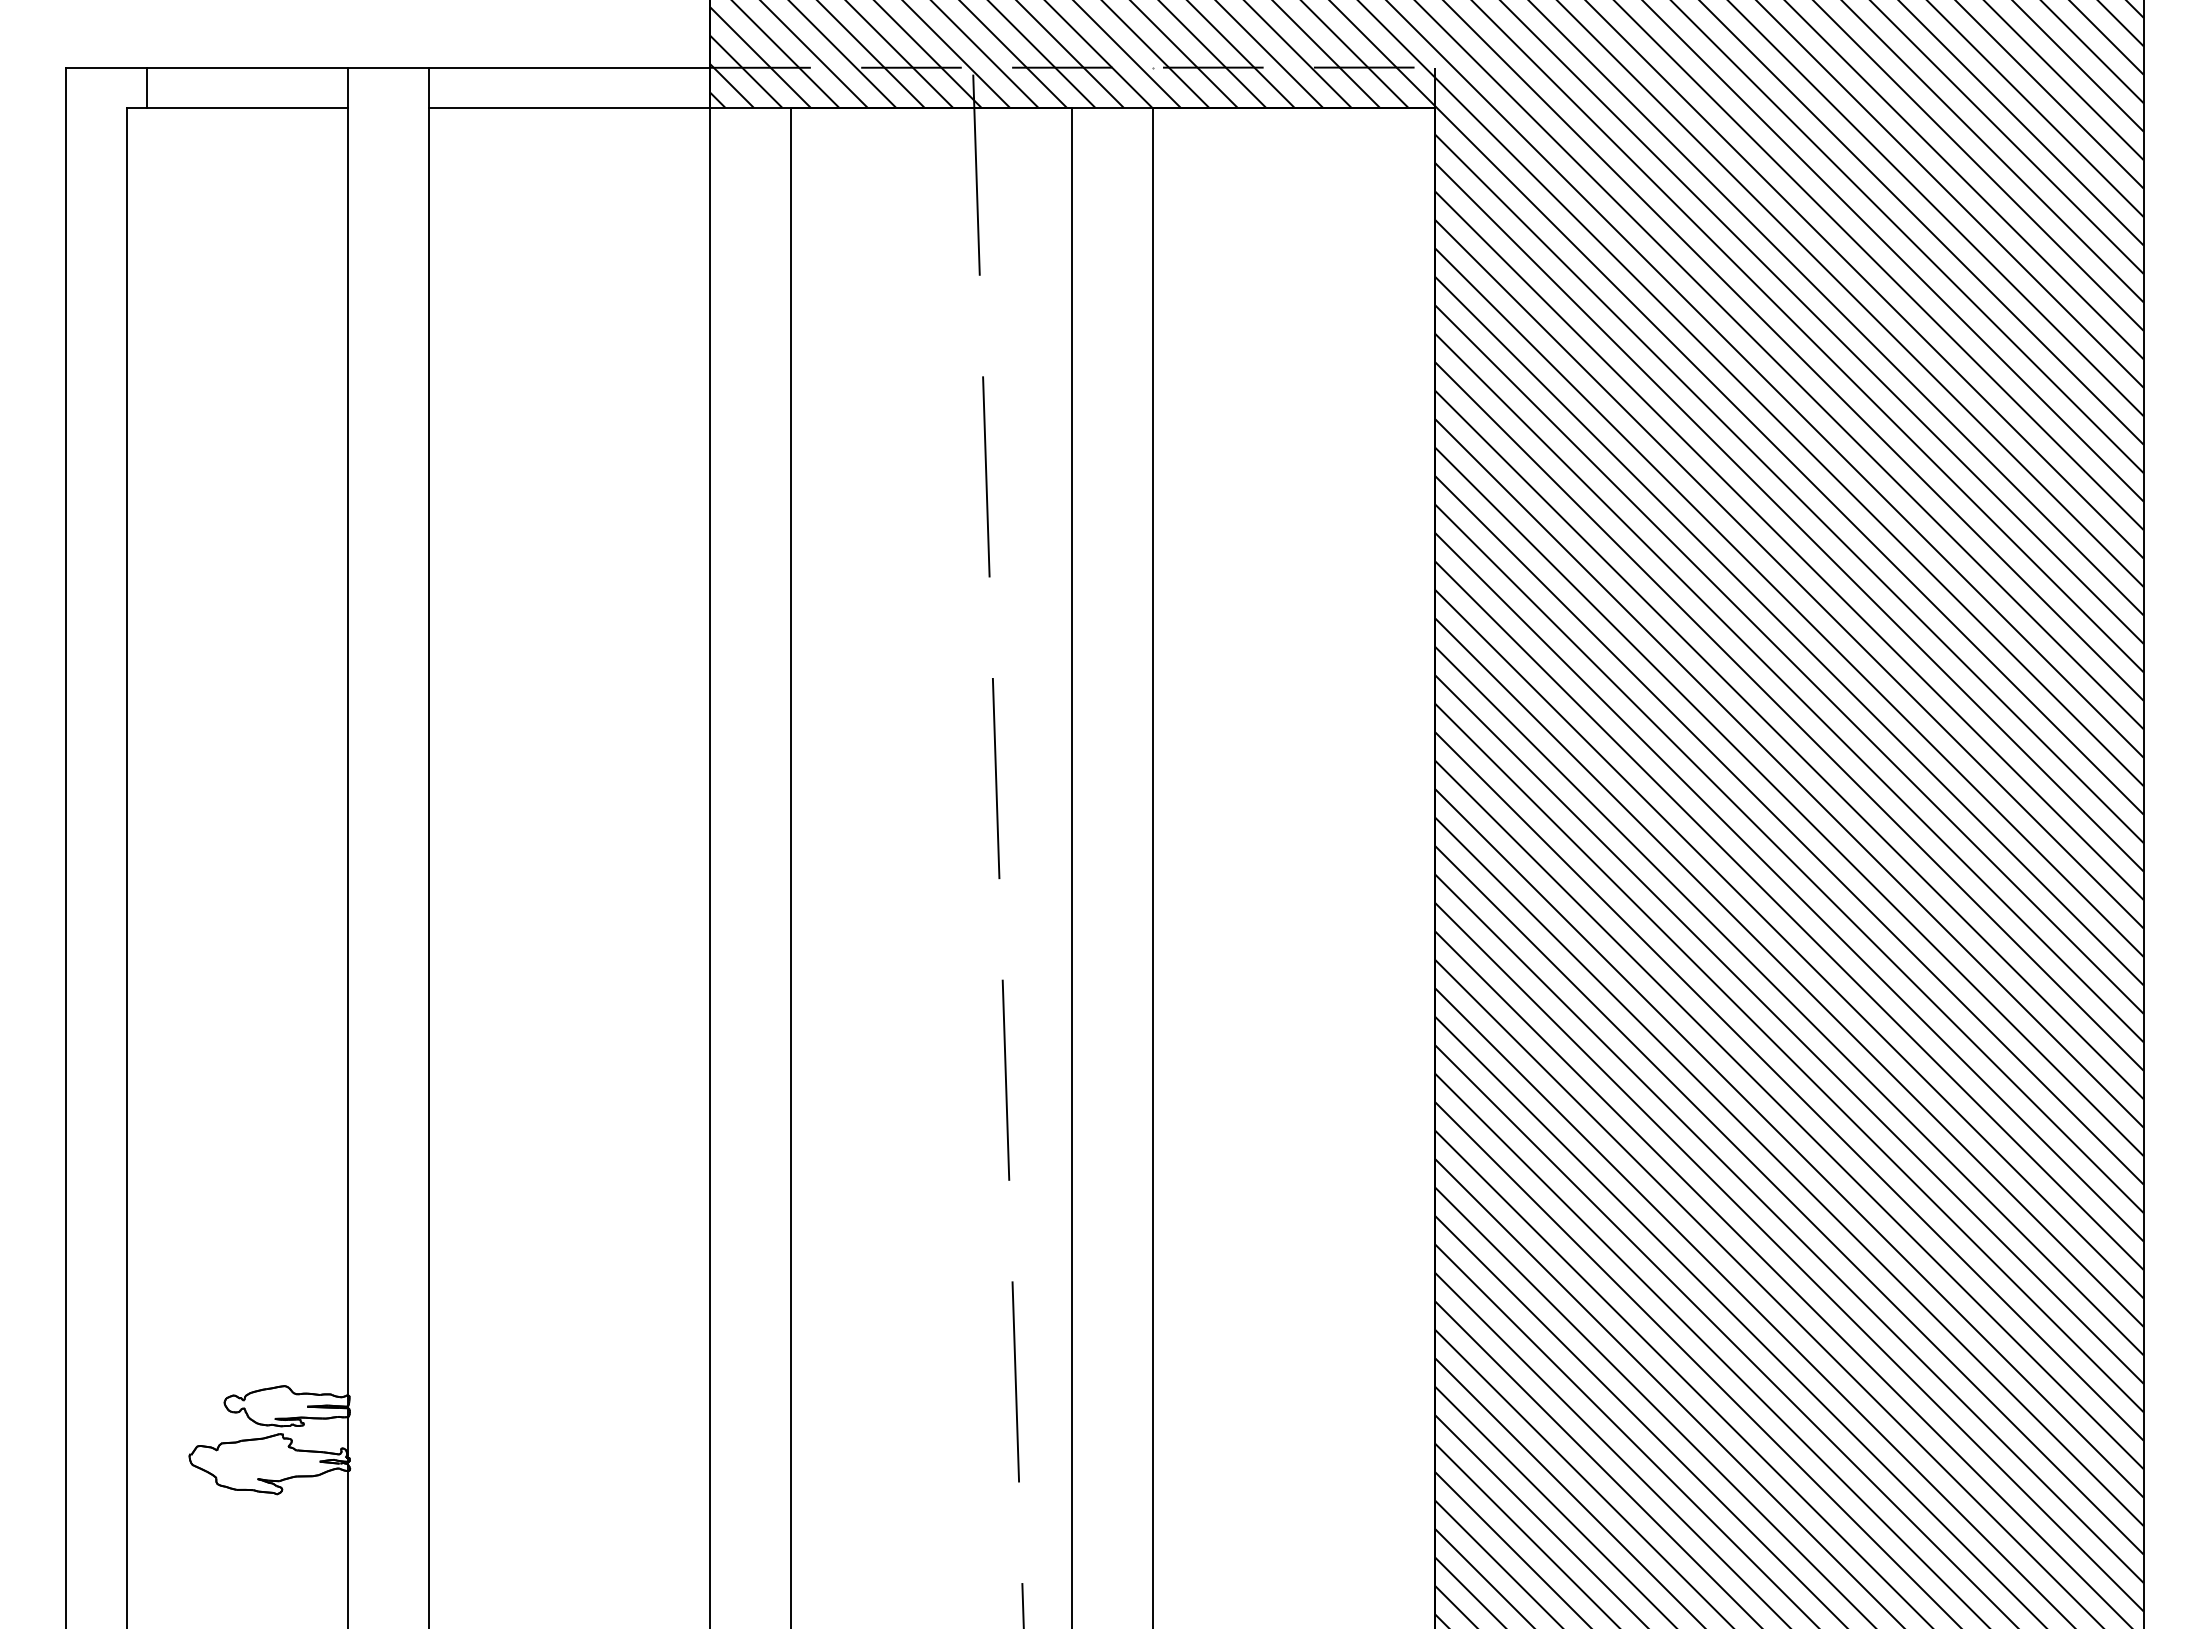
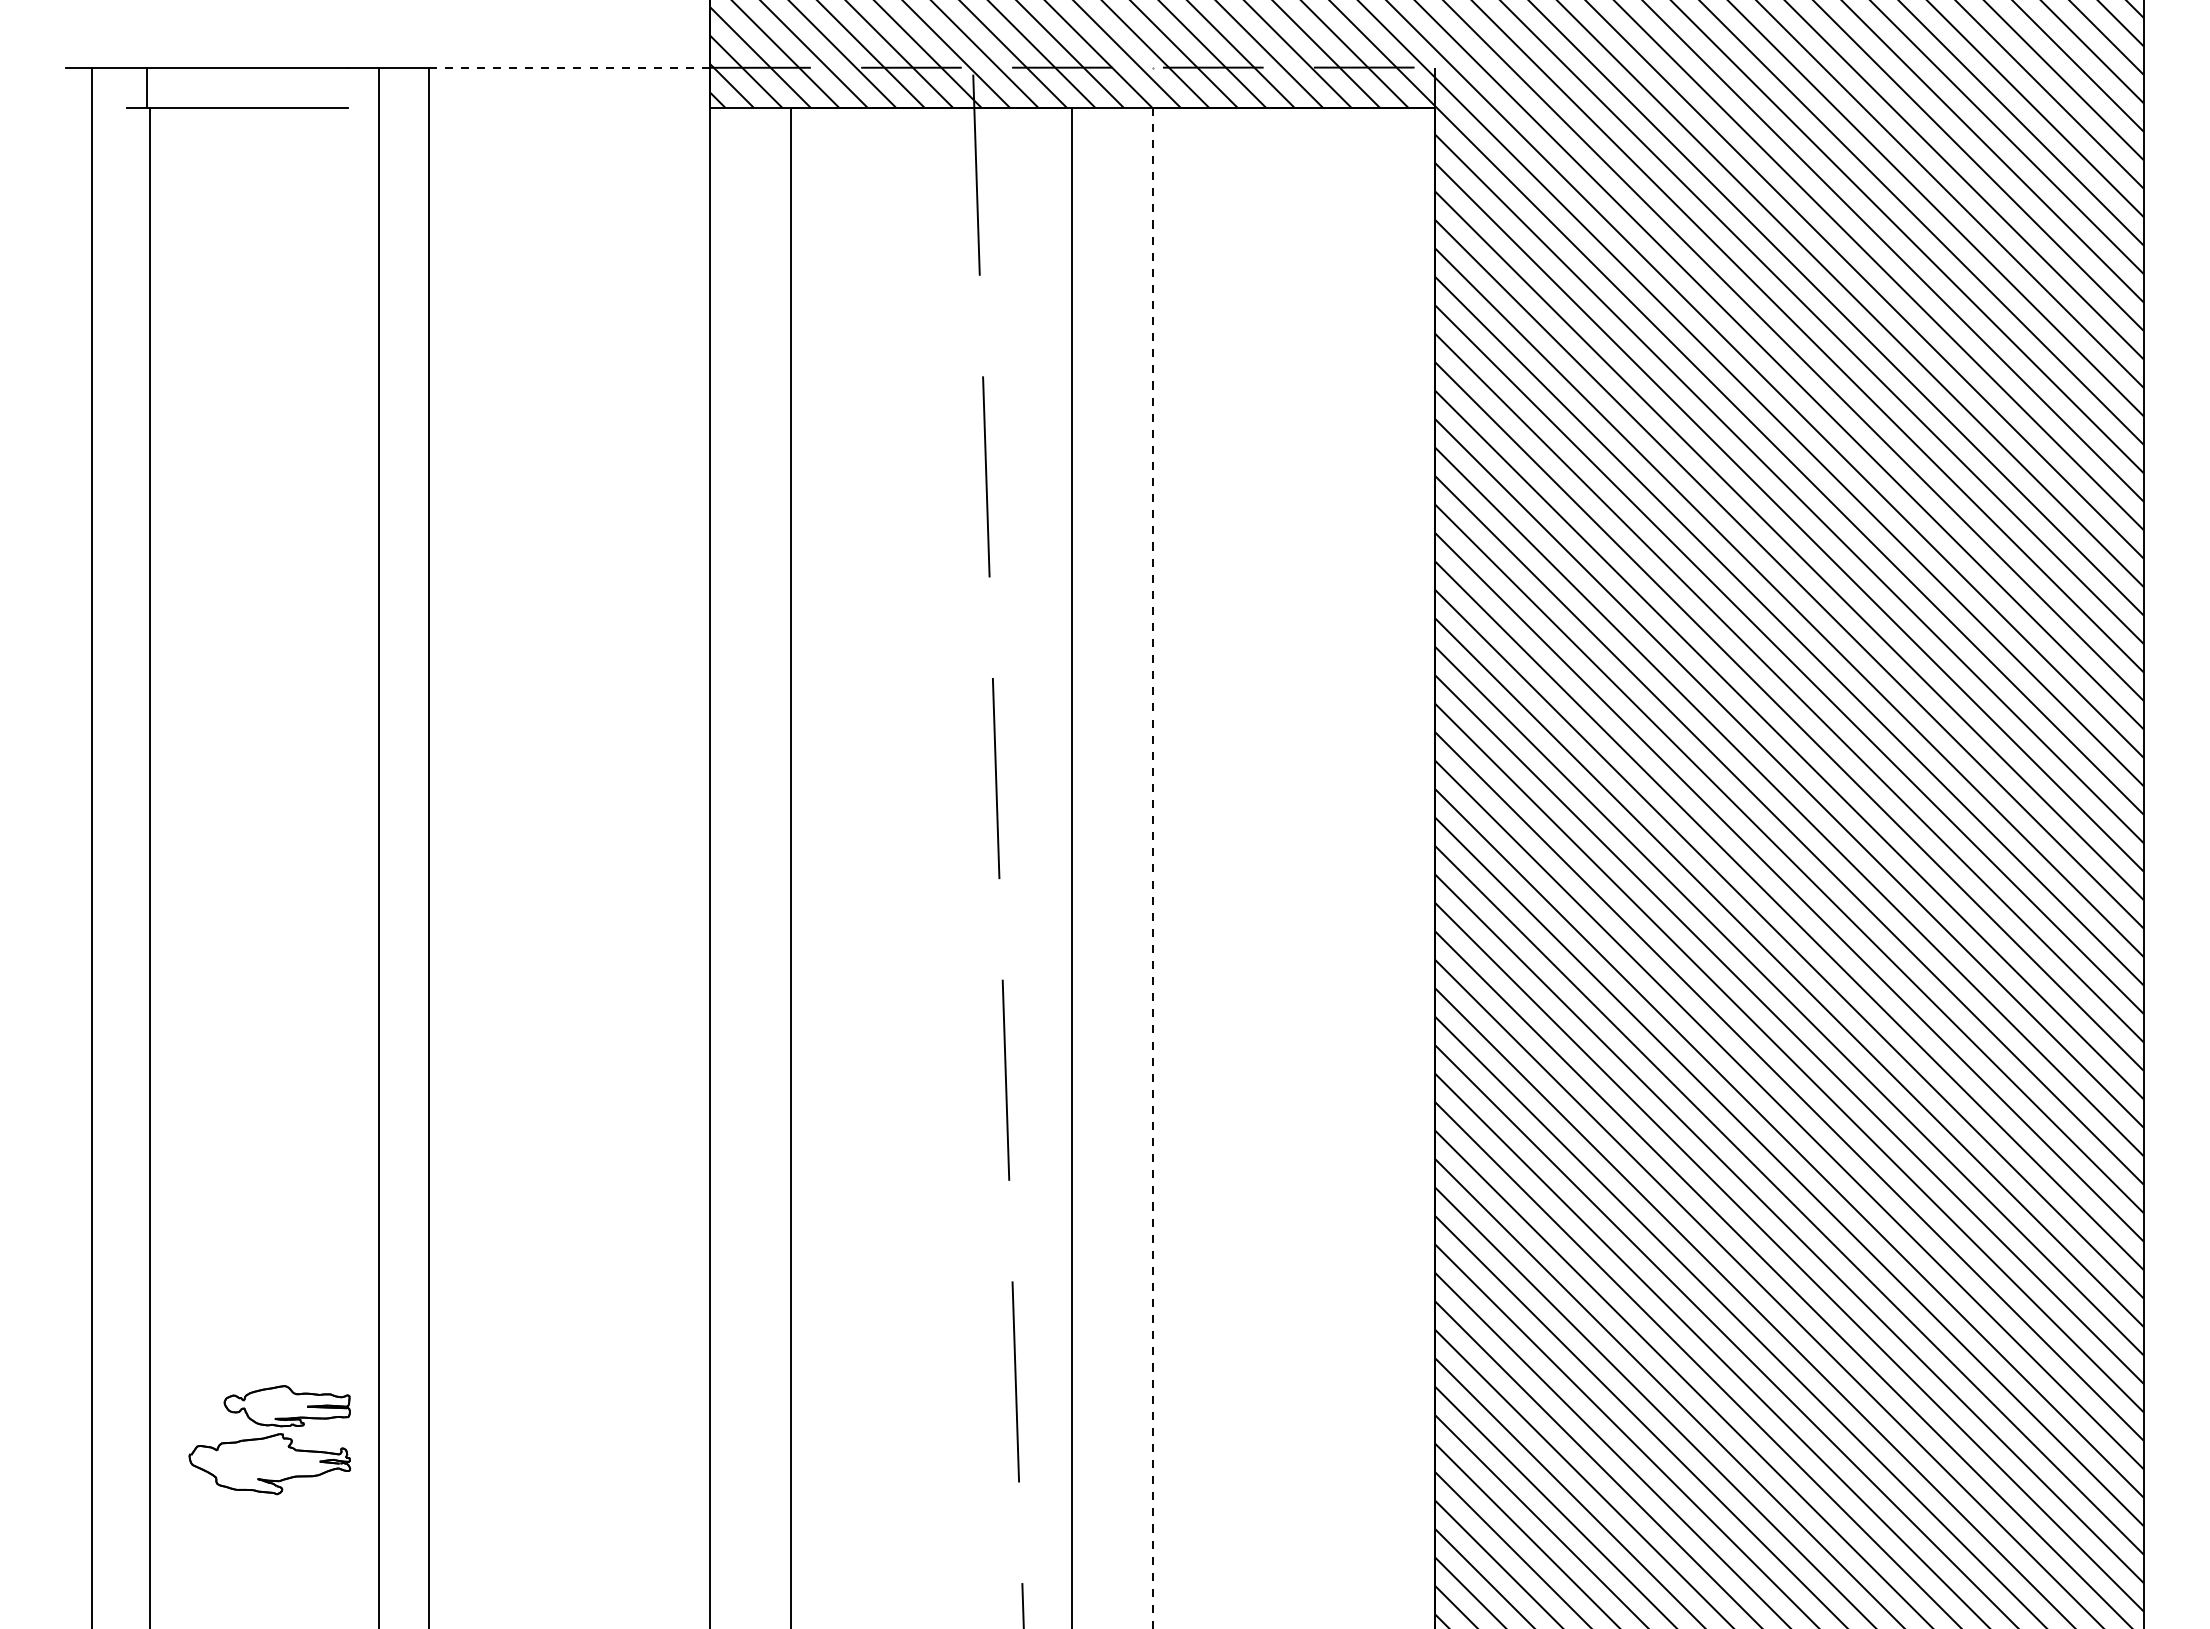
line at (569, 67): solid -> dashed
line at (569, 107): present -> none
line at (66, 846) position: (66, 846) -> (92, 846)
line at (348, 846) position: (348, 846) -> (379, 846)
line at (126, 866) position: (126, 866) -> (149, 866)
line at (1152, 868): solid -> dashed
